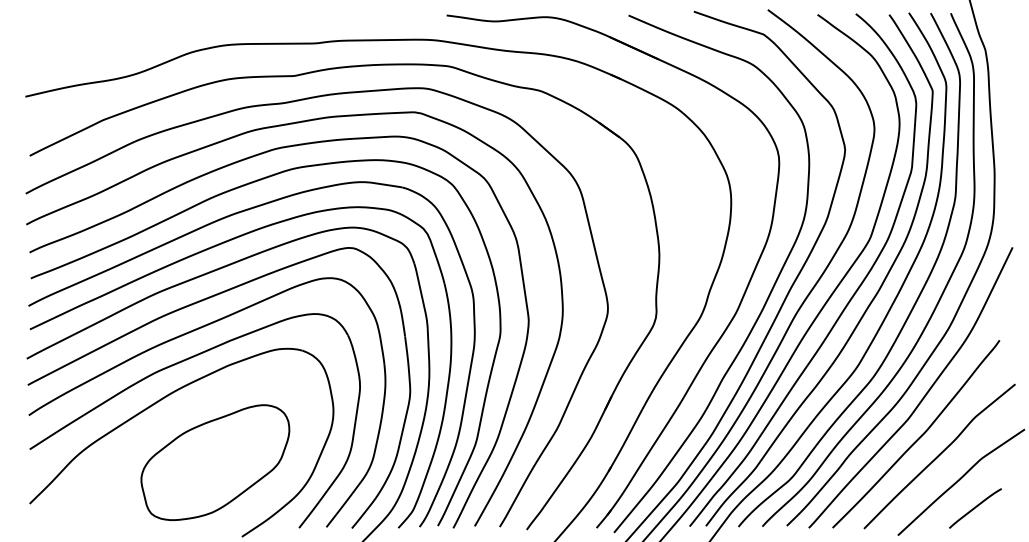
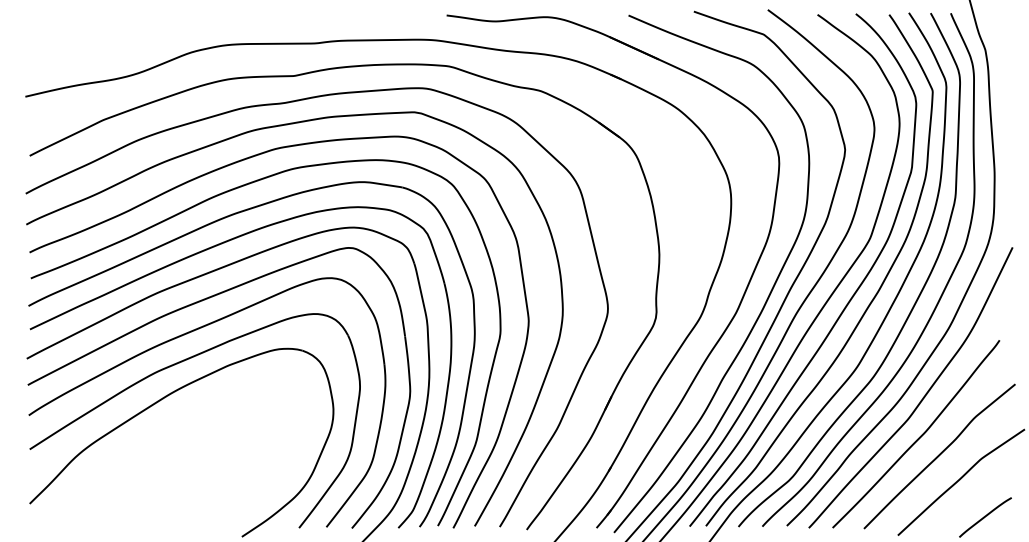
part at (215, 462): present -> none
curve at (975, 508) position: (975, 508) -> (985, 517)
